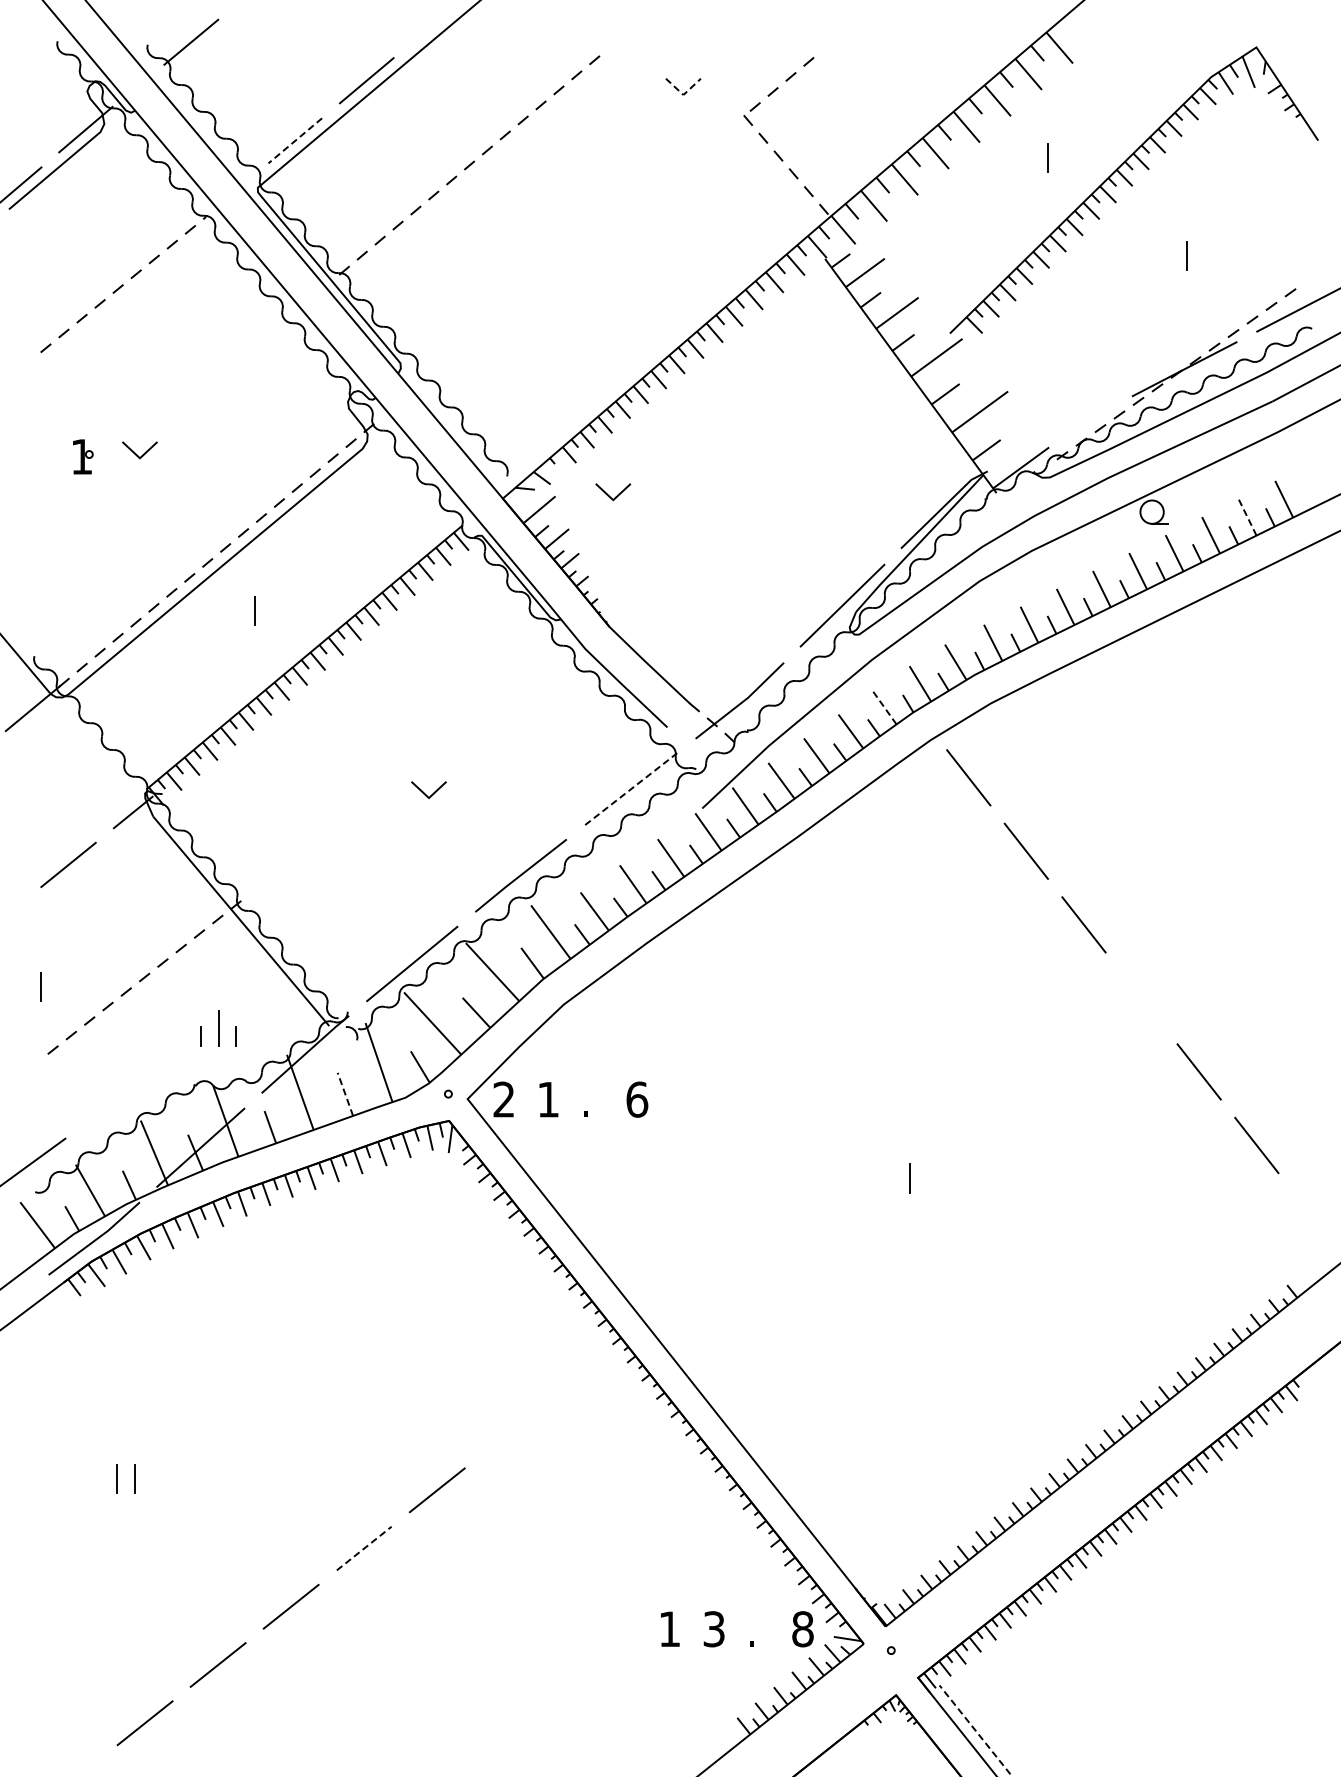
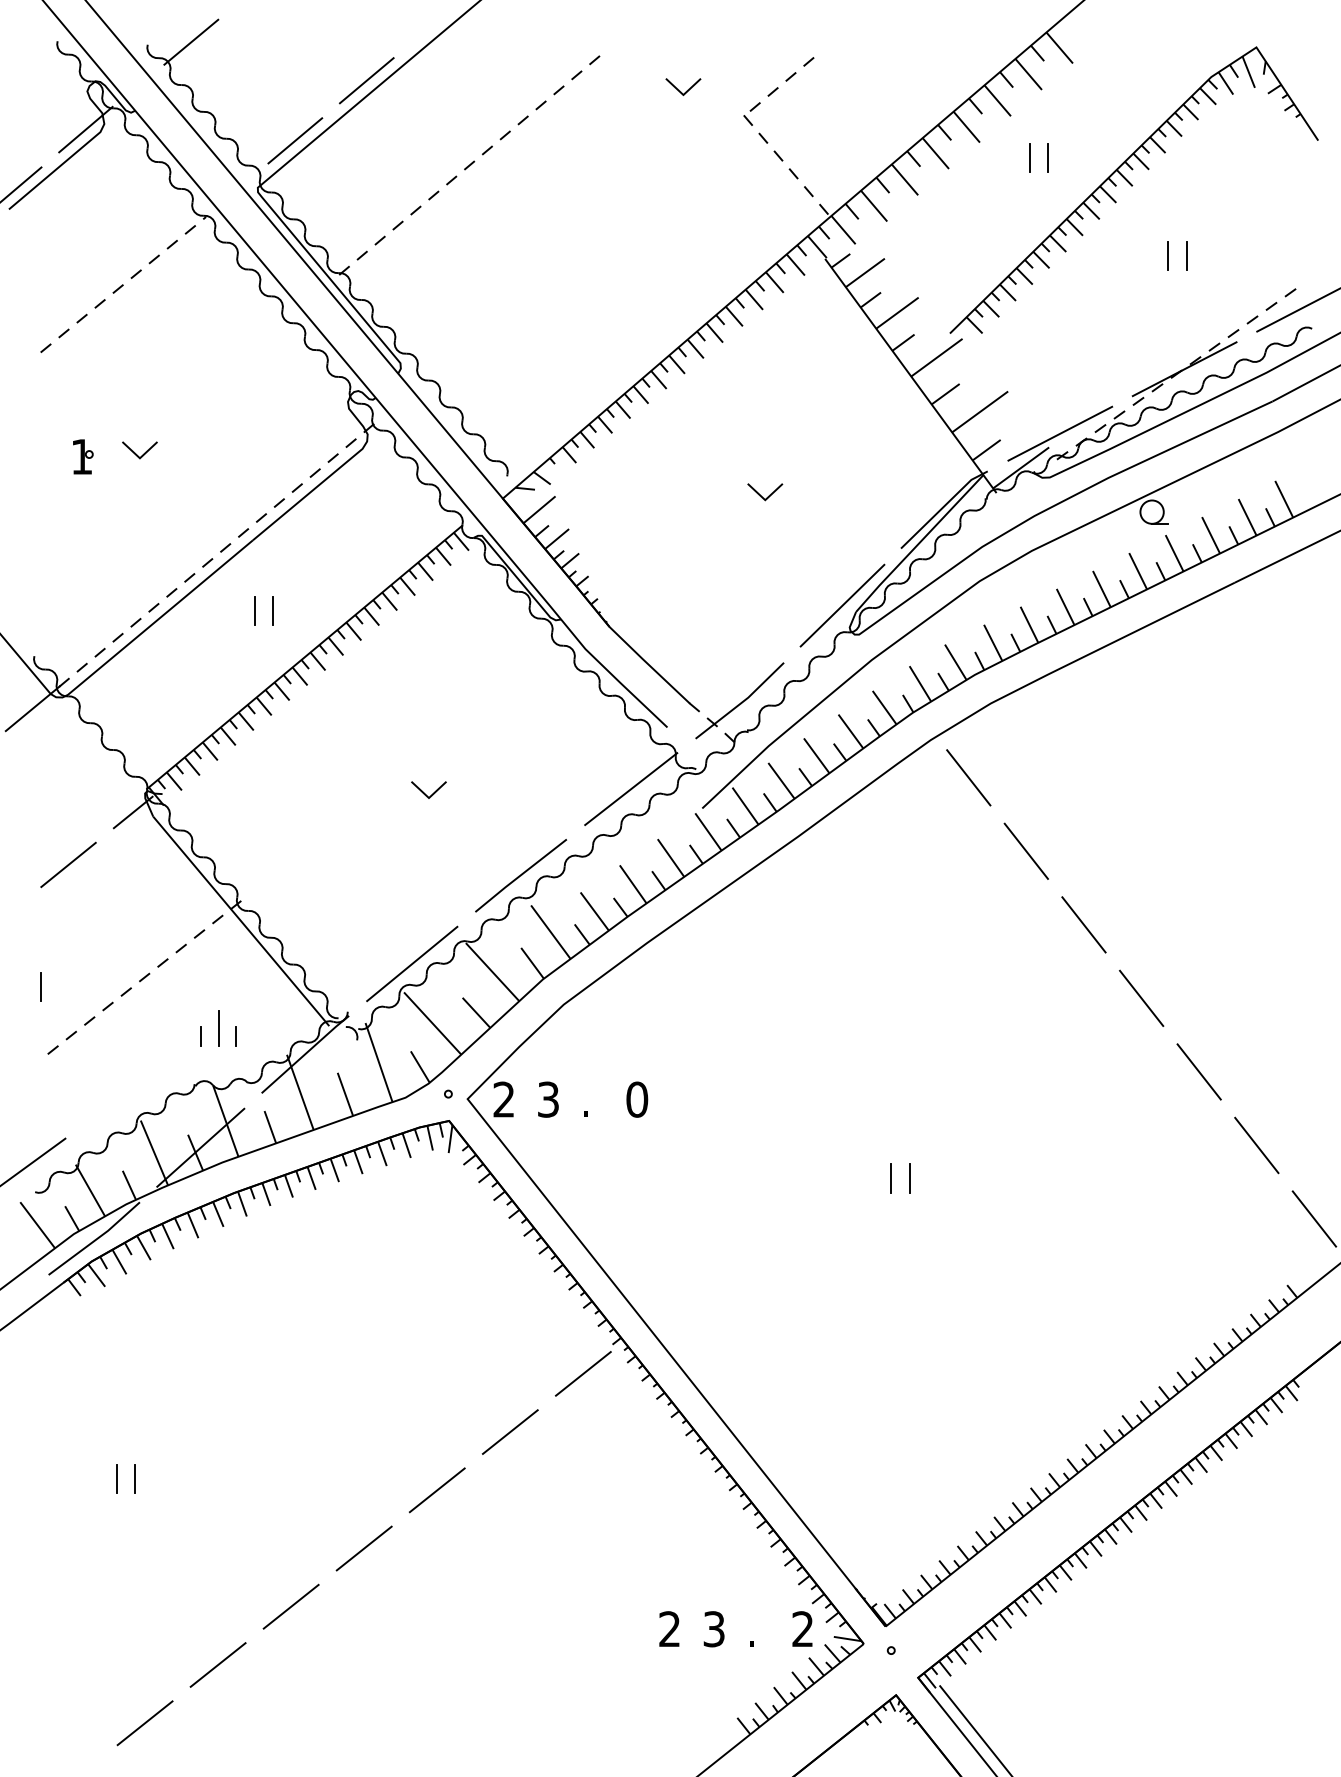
line at (683, 95): dashed -> solid
line at (294, 141): dashed -> solid
line at (1029, 157): none -> present
line at (1168, 256): none -> present
line at (1060, 433): none -> present
line at (616, 495) position: (616, 495) -> (768, 495)
line at (1247, 516): dashed -> solid
line at (273, 610): none -> present
line at (884, 707): dashed -> solid
line at (631, 788): dashed -> solid
line at (1141, 997): none -> present
line at (345, 1094): dashed -> solid
text at (548, 1099): 1 -> 3
text at (637, 1099): 6 -> 0
line at (891, 1178): none -> present
line at (1314, 1218): none -> present
line at (583, 1373): none -> present
line at (509, 1431): none -> present
line at (364, 1548): dashed -> solid
text at (669, 1628): 1 -> 2
text at (802, 1629): 8 -> 2
line at (975, 1730): dashed -> solid
